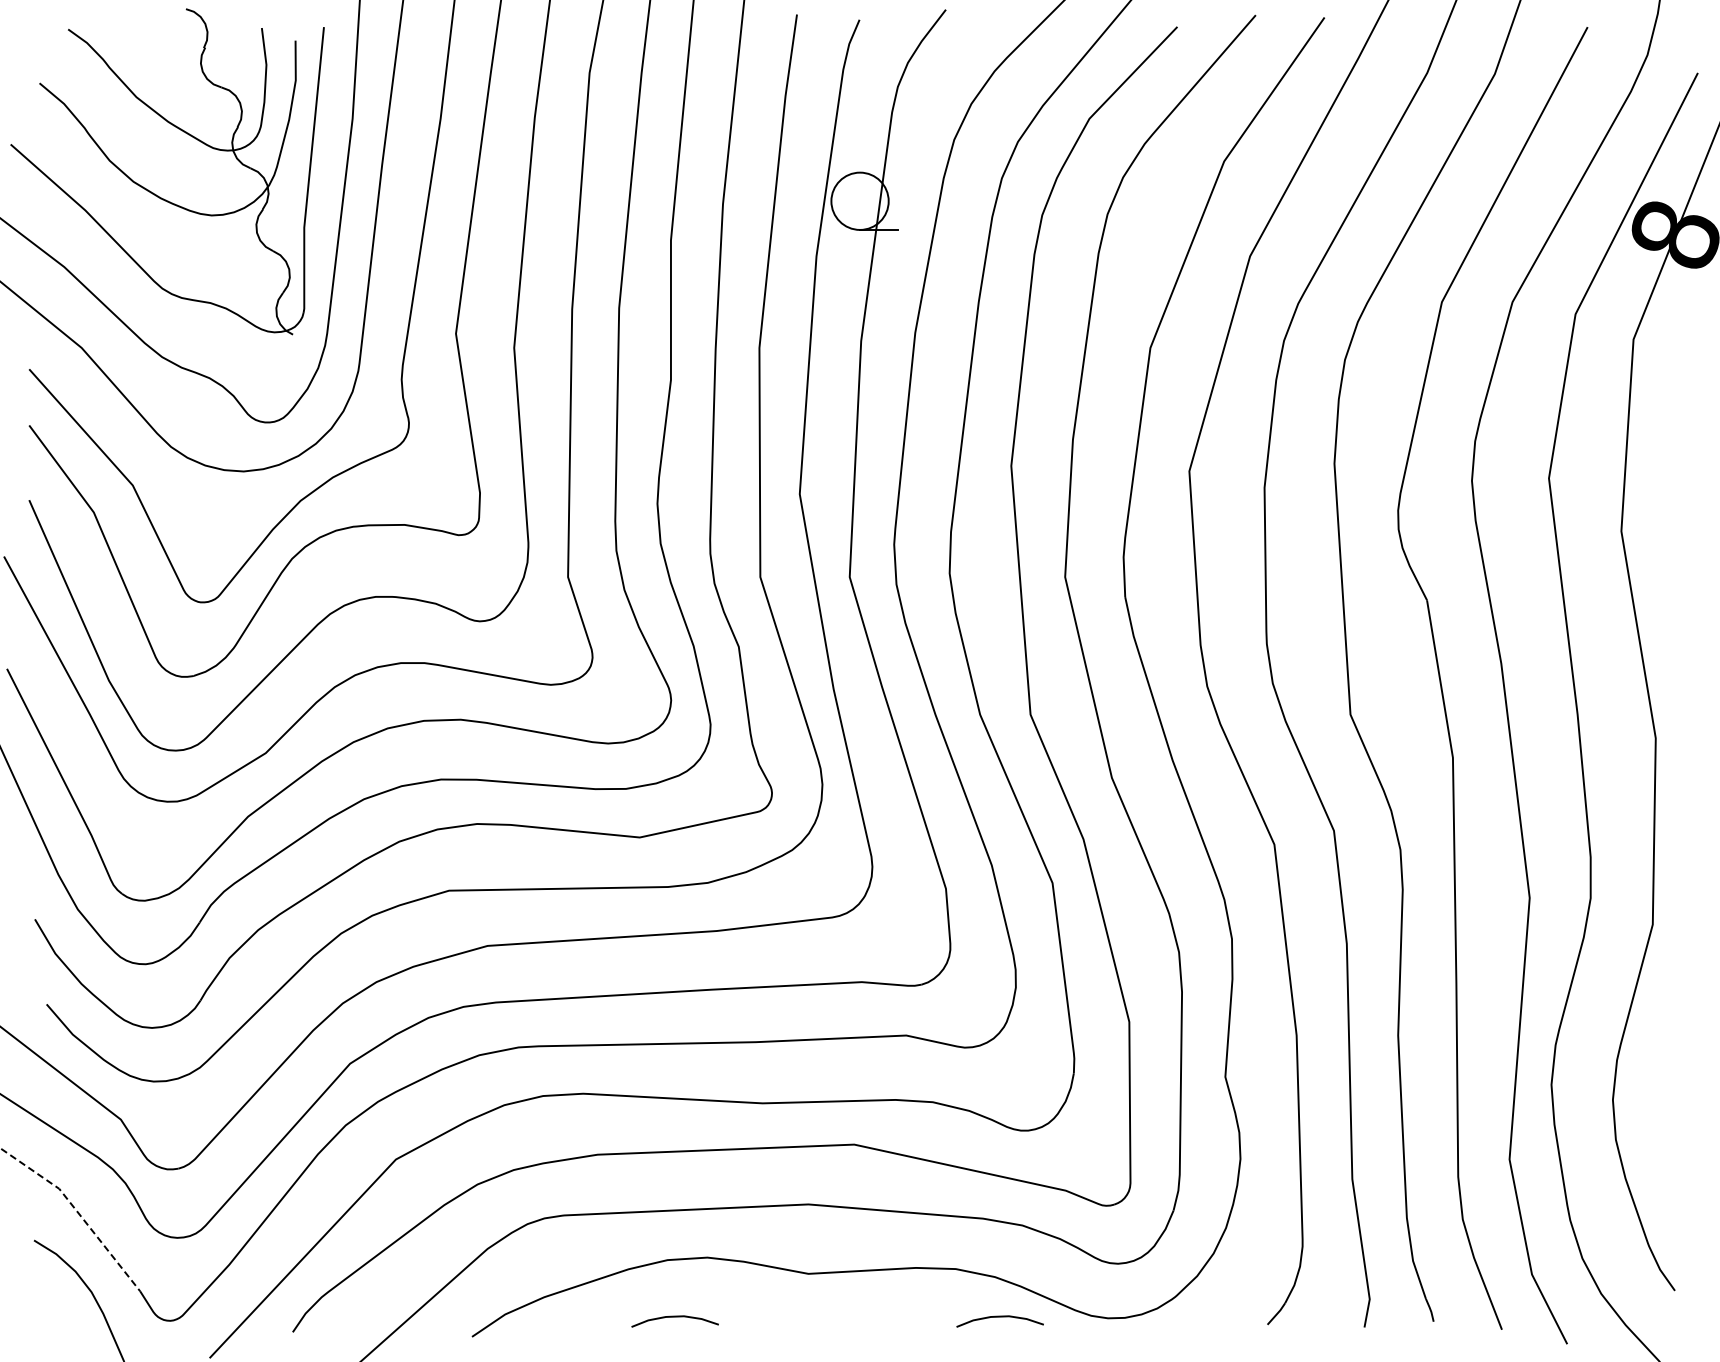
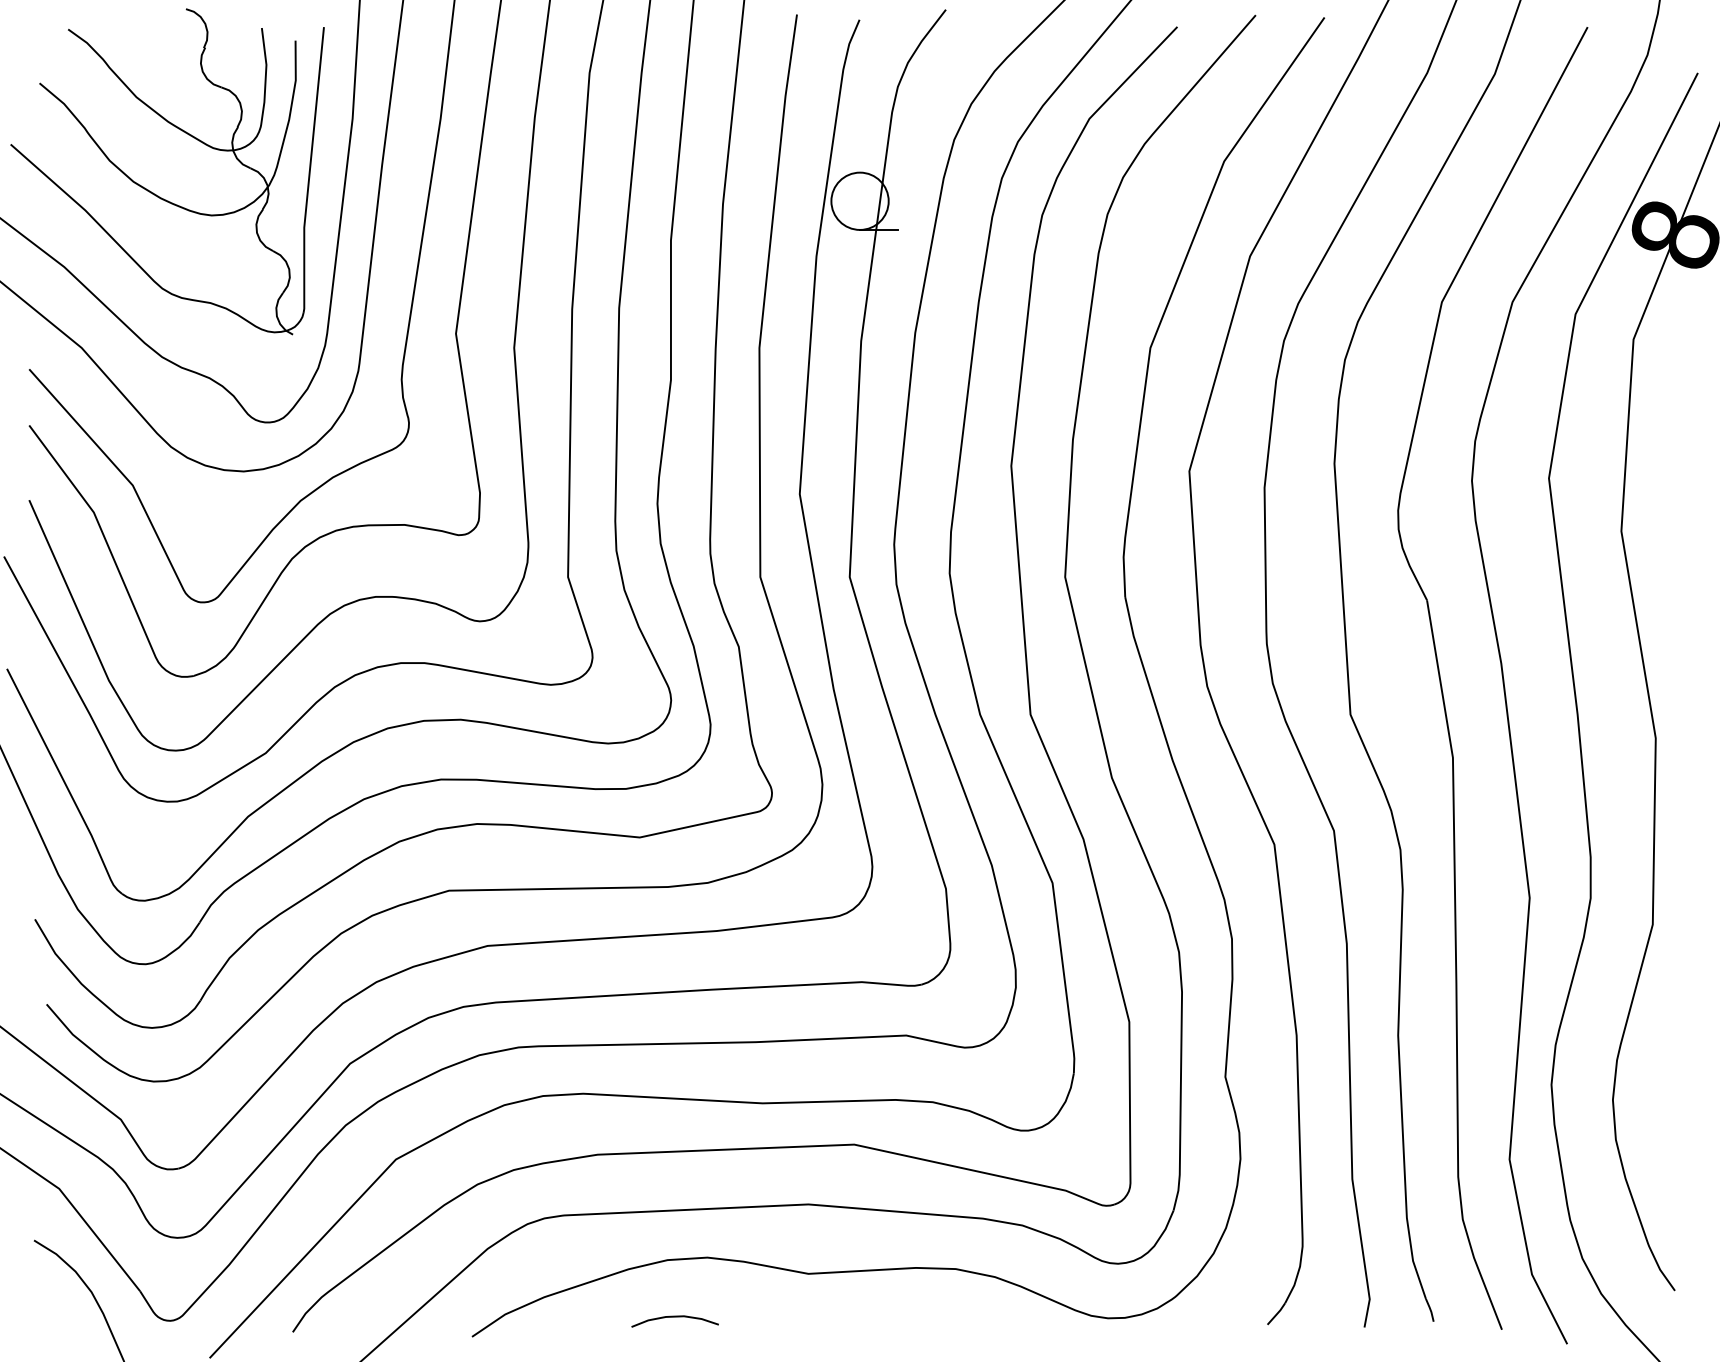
line at (77, 1211): dashed -> solid
curve at (999, 1317): present -> none
